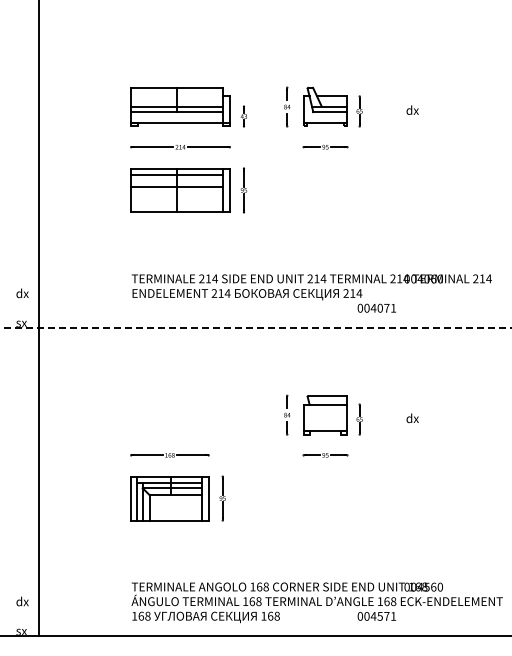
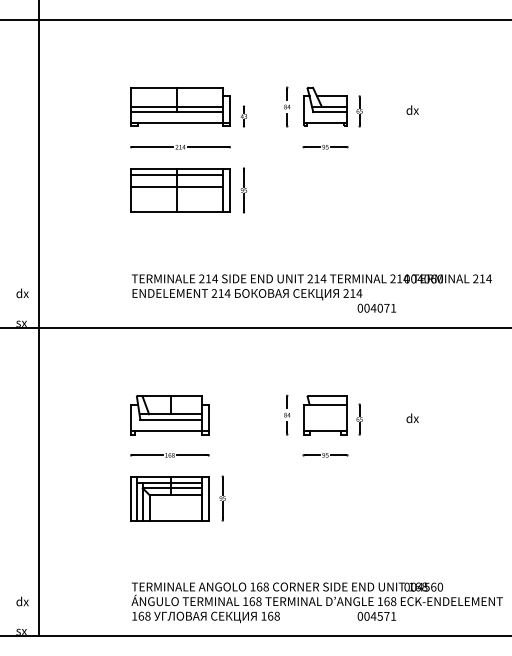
line at (255, 20): none -> present
line at (256, 328): dashed -> solid
part at (169, 415): none -> present
